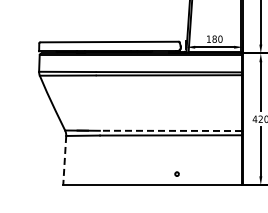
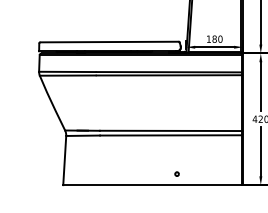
line at (170, 130): dashed -> solid
line at (64, 160): dashed -> solid
